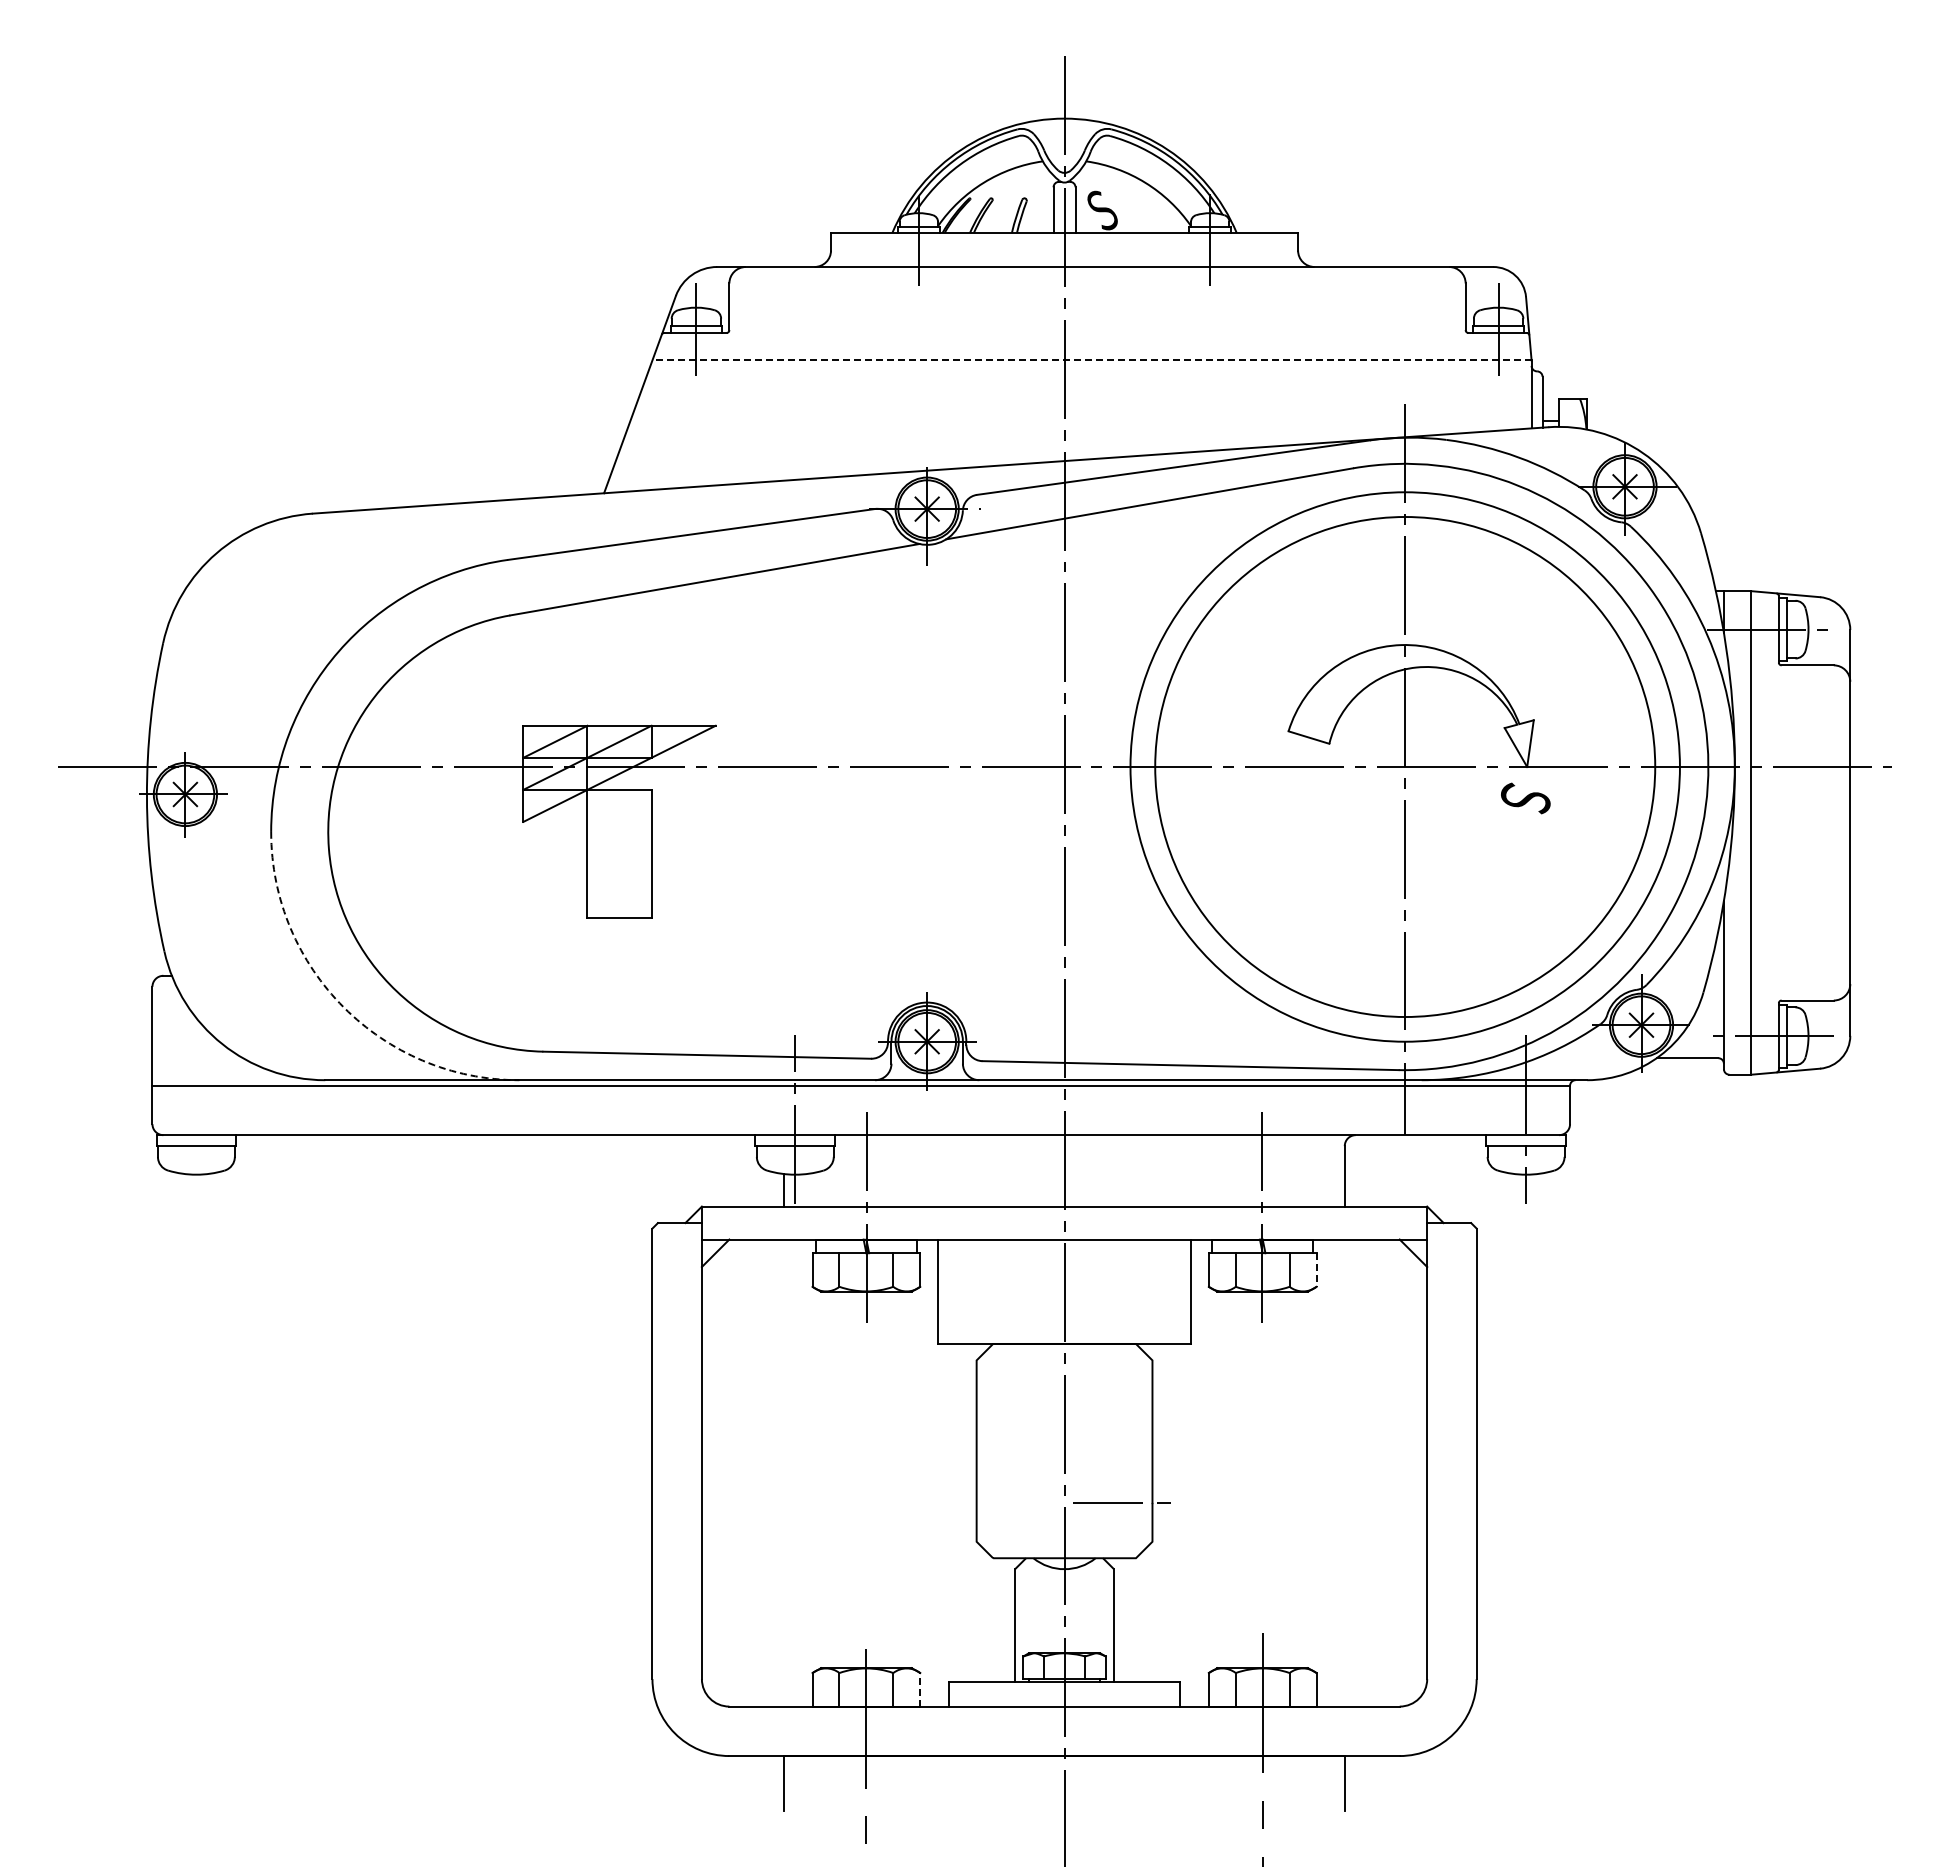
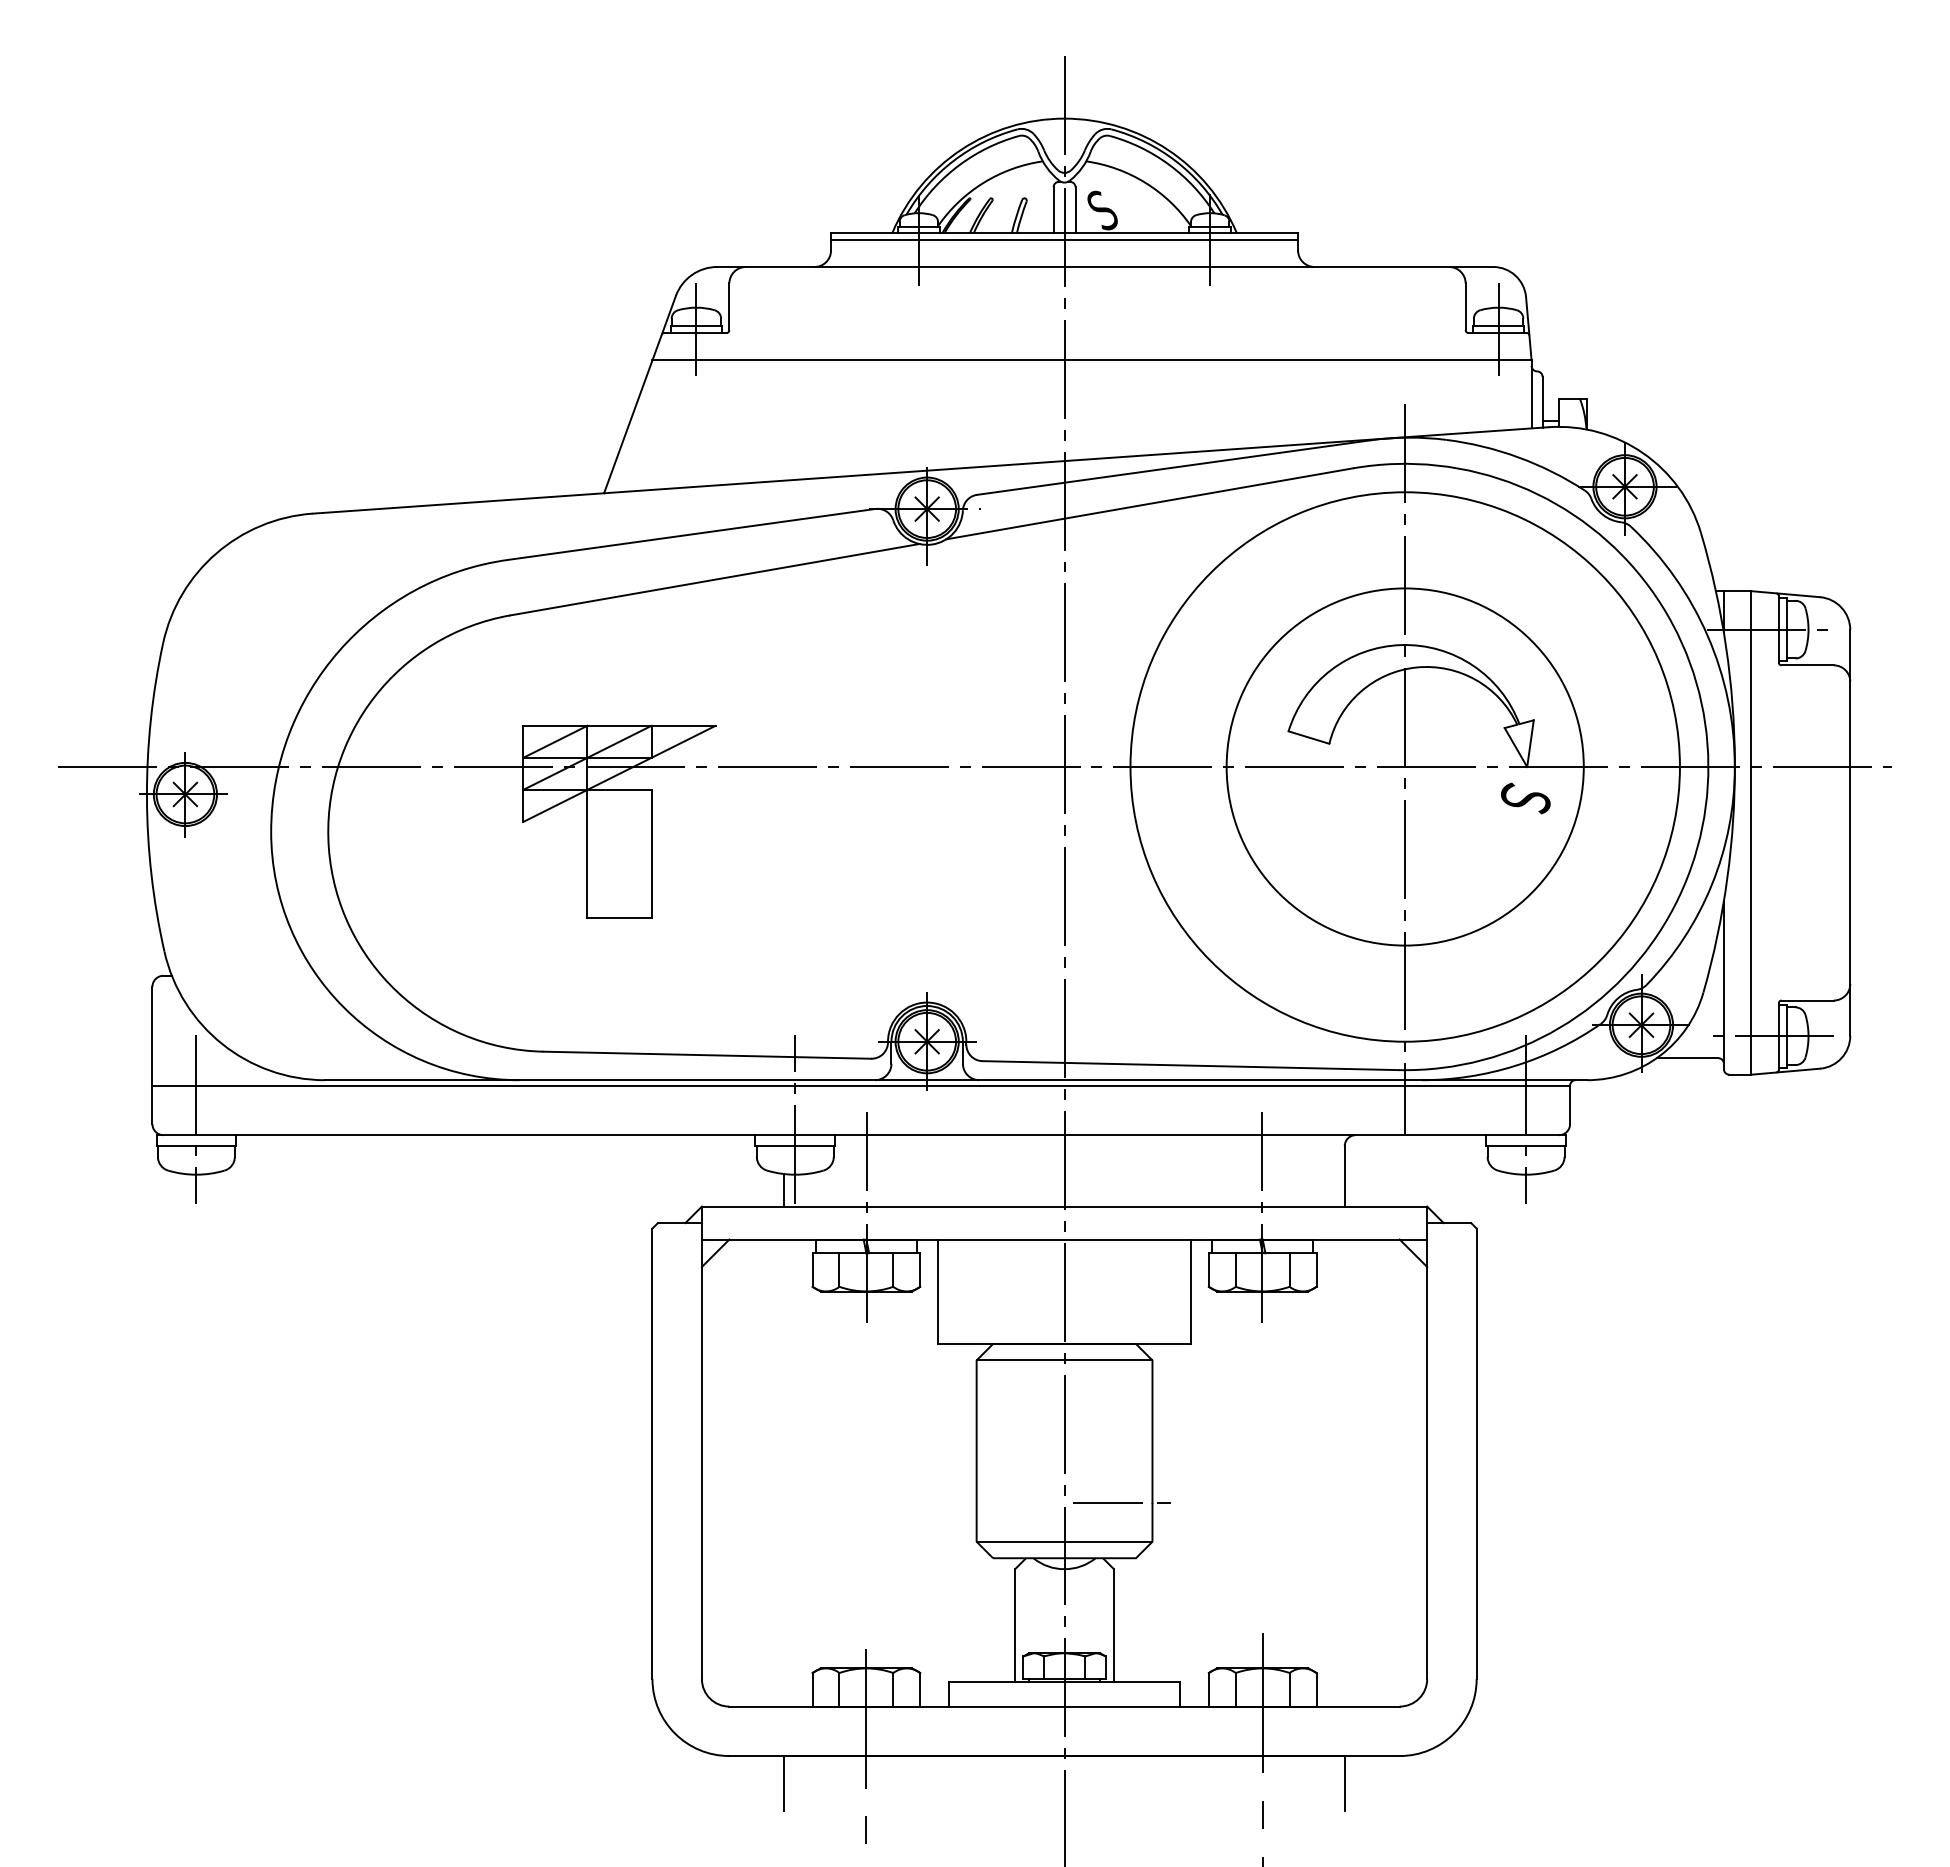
line at (1064, 239): none -> present
line at (1092, 360): dashed -> solid
circle at (1405, 767) diameter: 500 px -> 357 px
arc at (343, 1007): dashed -> solid
line at (196, 1119): none -> present
line at (1316, 1270): dashed -> solid
line at (1064, 1360): none -> present
line at (1064, 1541): none -> present
line at (920, 1689): dashed -> solid
